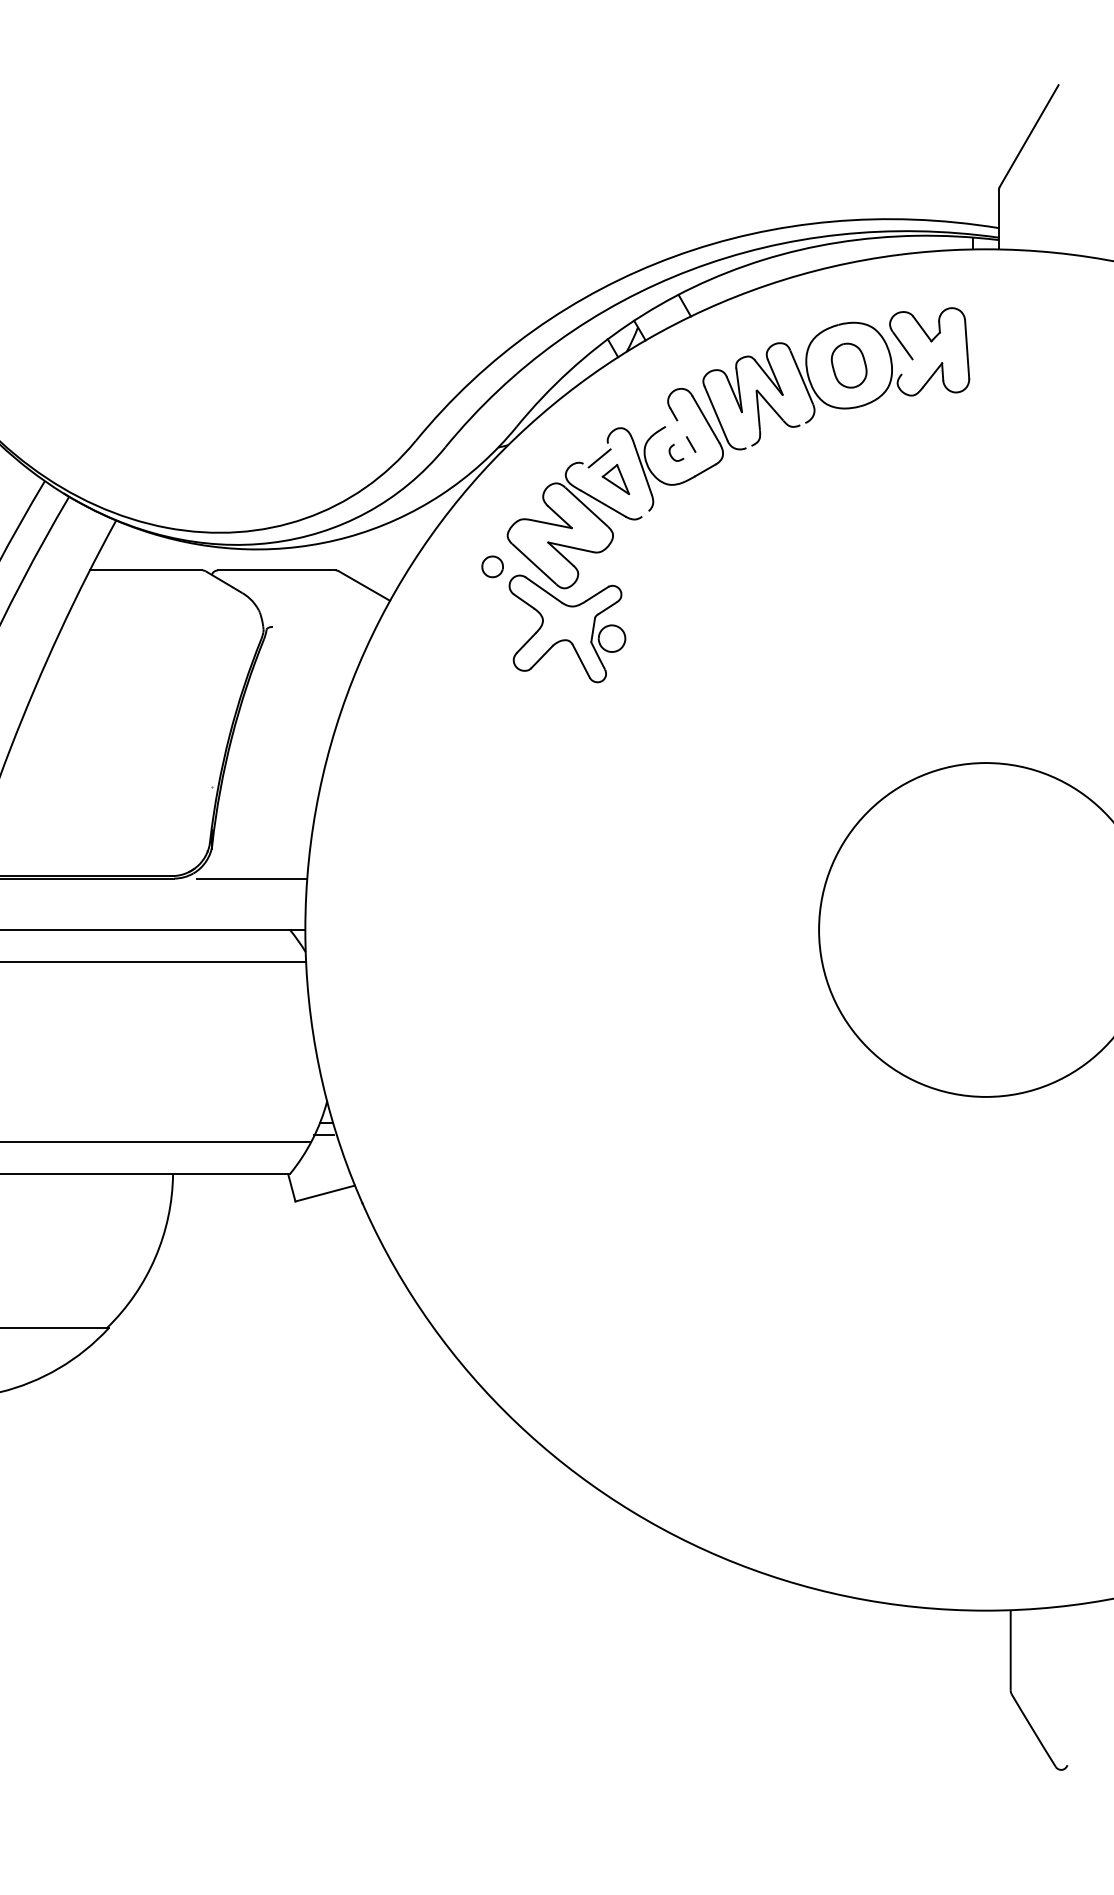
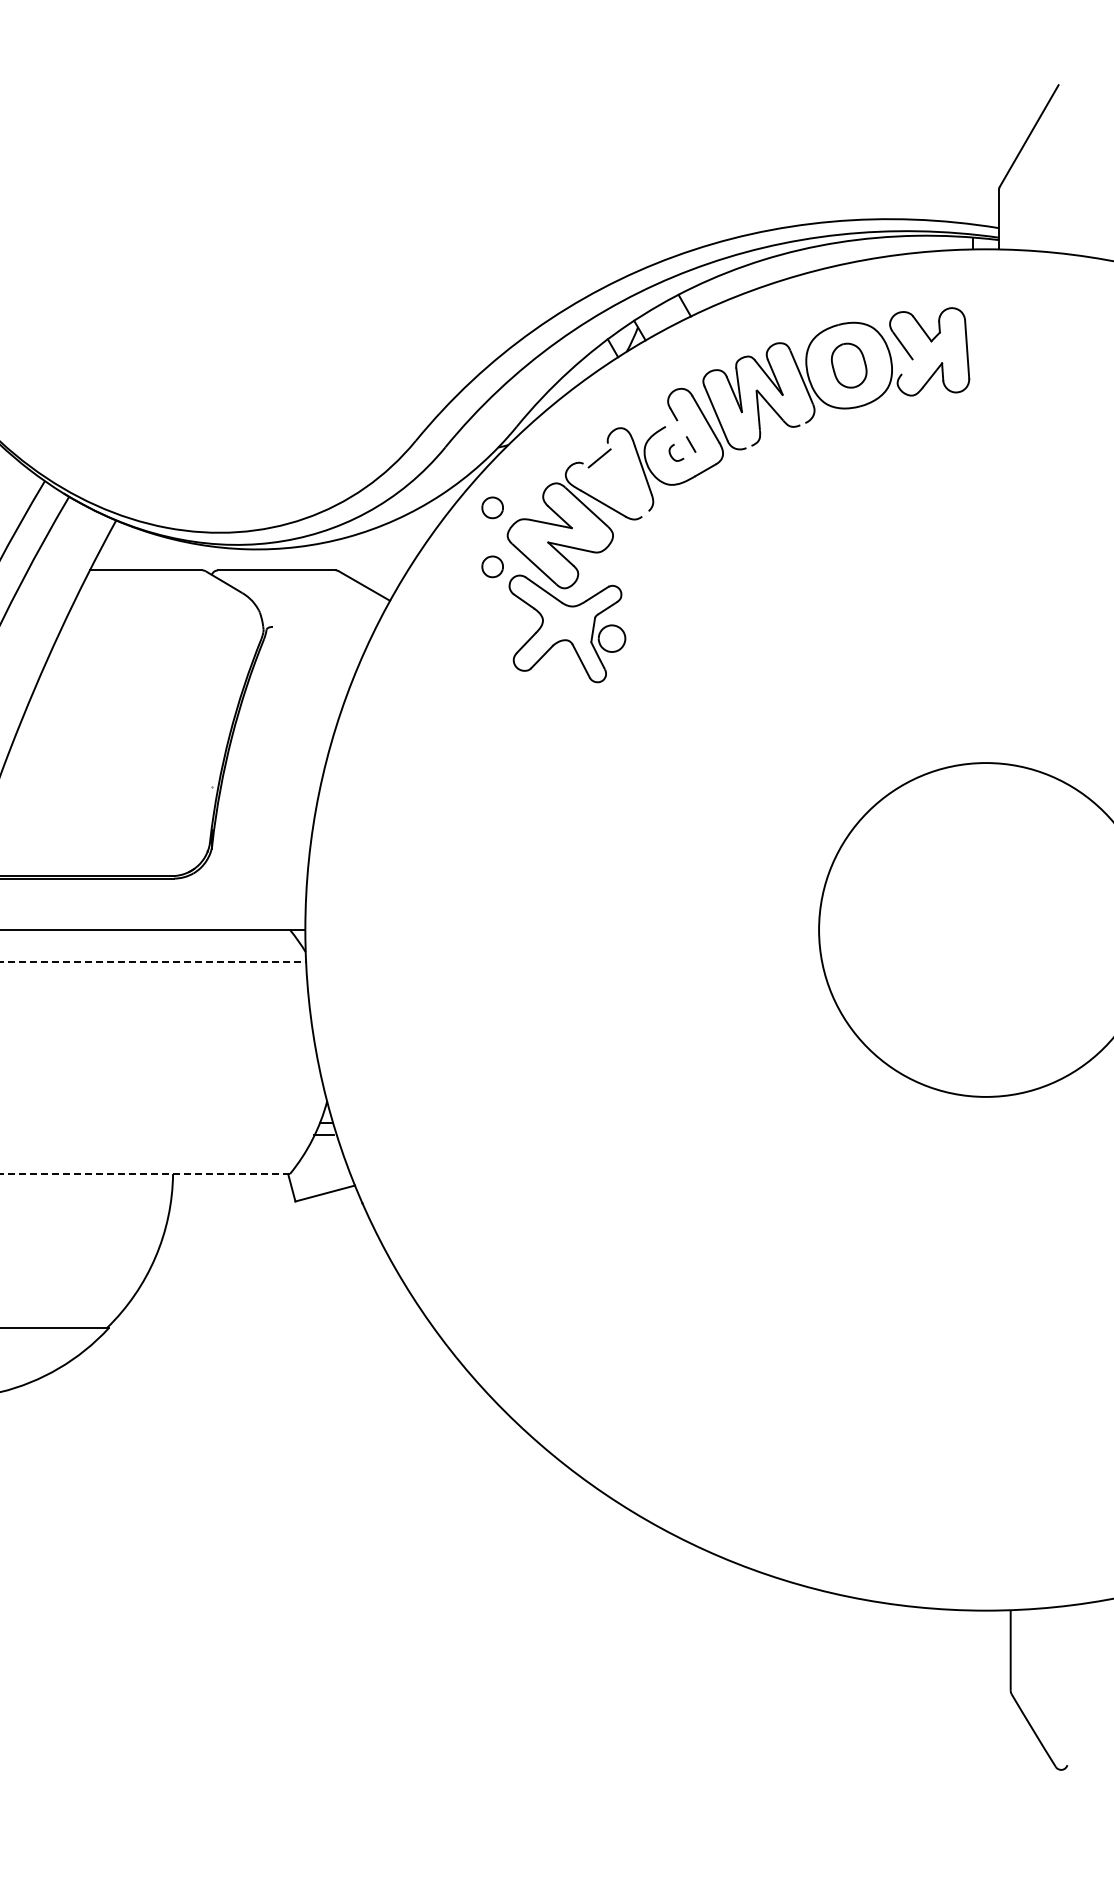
part at (615, 479): present -> none
part at (492, 507): none -> present
line at (252, 878): present -> none
line at (153, 962): solid -> dashed
line at (156, 1141): present -> none
line at (145, 1174): solid -> dashed
